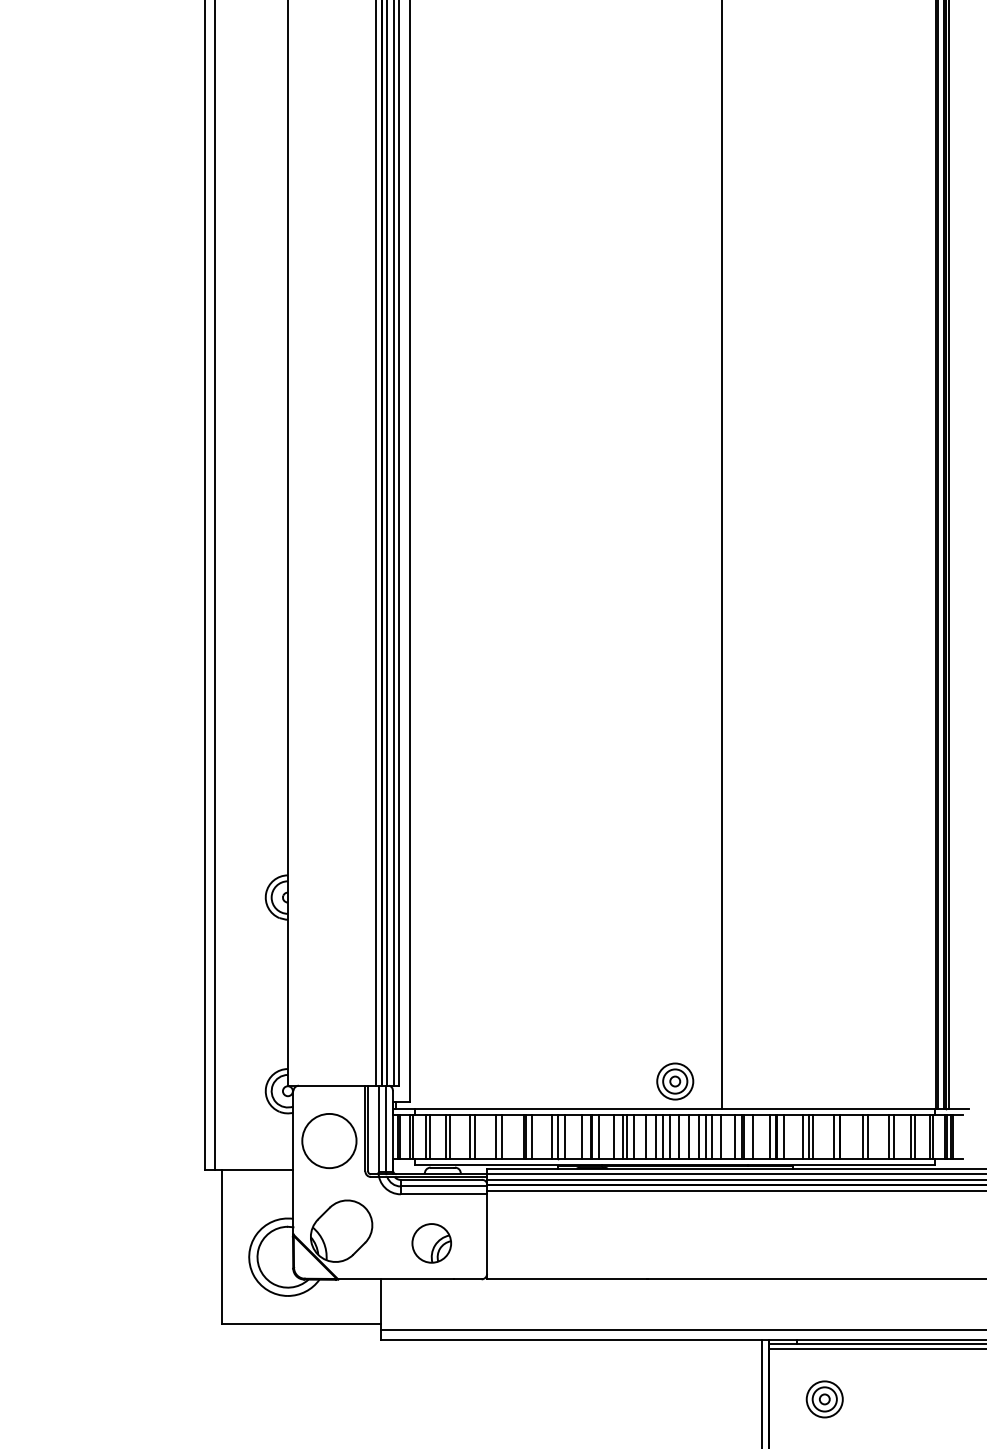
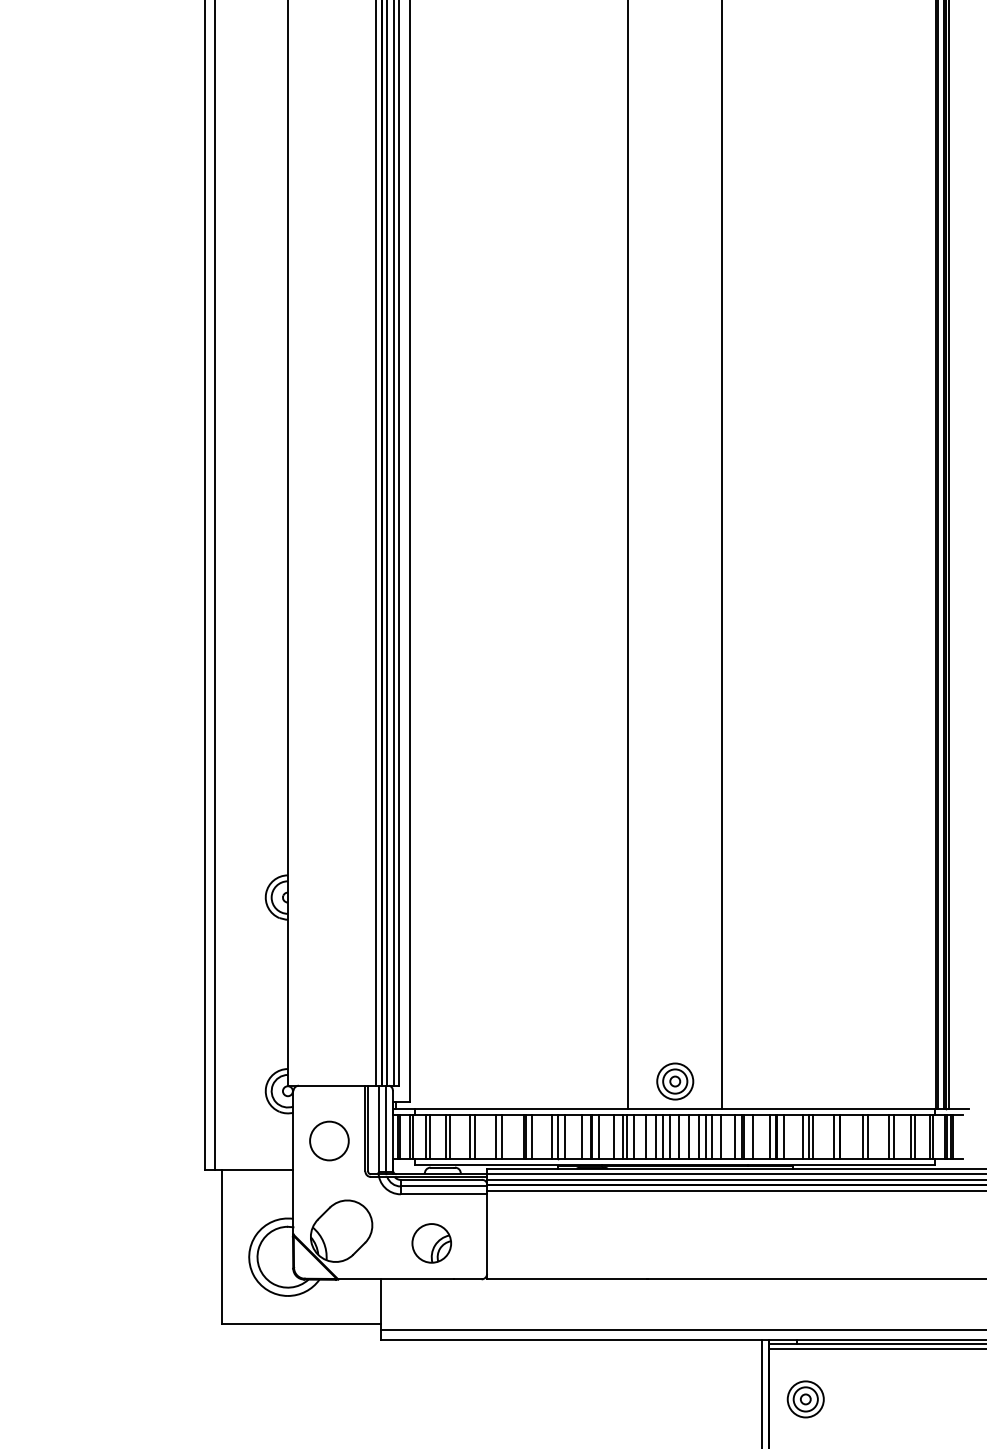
line at (628, 555): none -> present
circle at (329, 1141) size: 57x57 px -> 41x42 px
part at (824, 1399) position: (824, 1399) -> (805, 1399)
